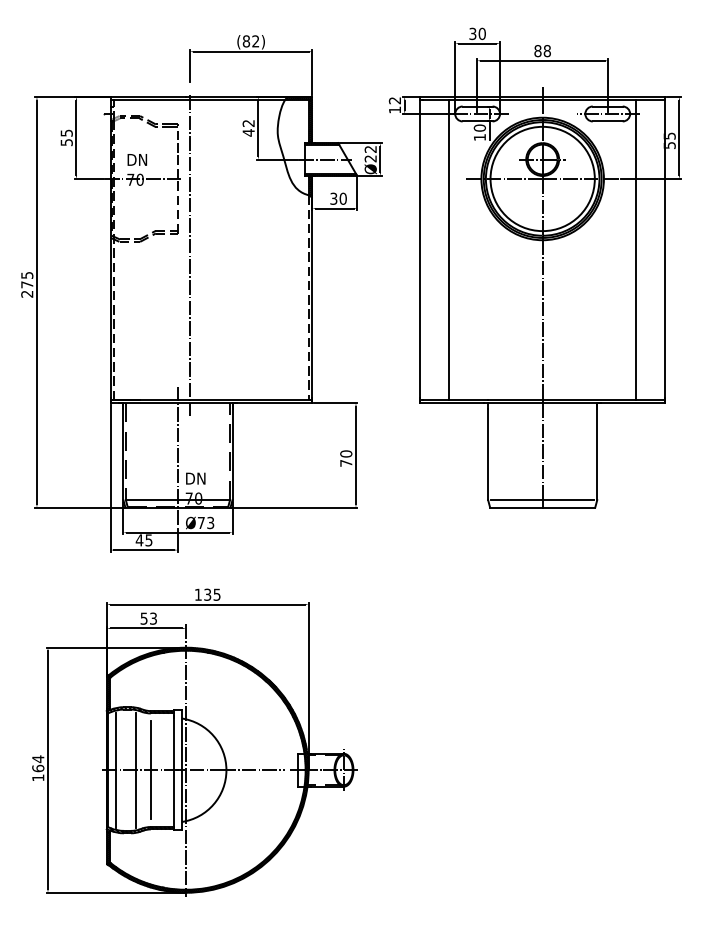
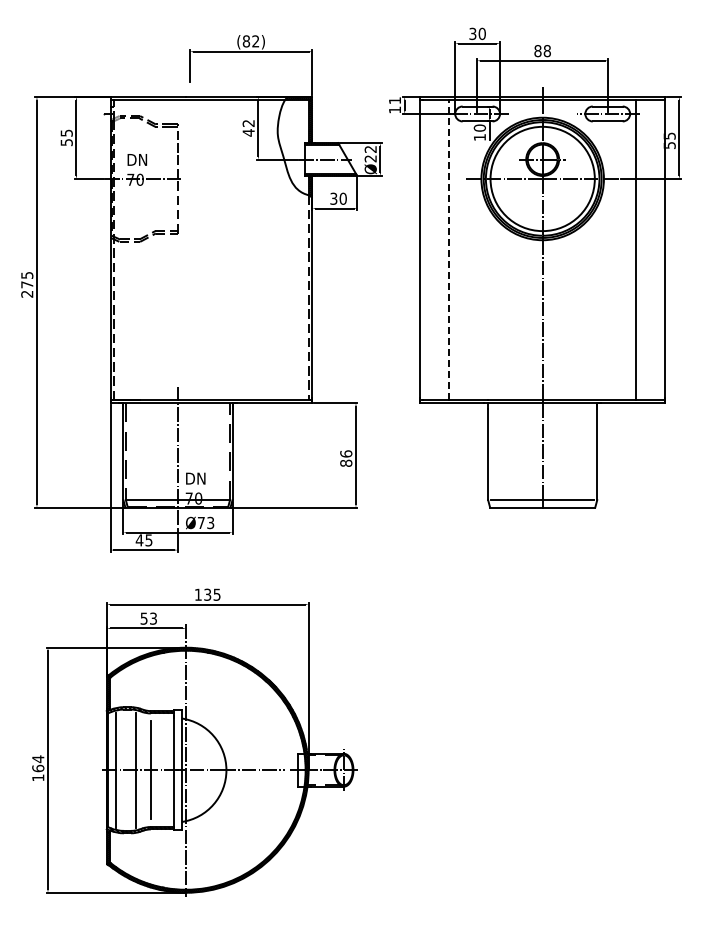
text at (394, 100): 12 -> 11
line at (449, 249): solid -> dashed
line at (189, 255): present -> none
text at (346, 458): 70 -> 86
